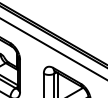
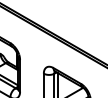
line at (53, 48): present -> none
